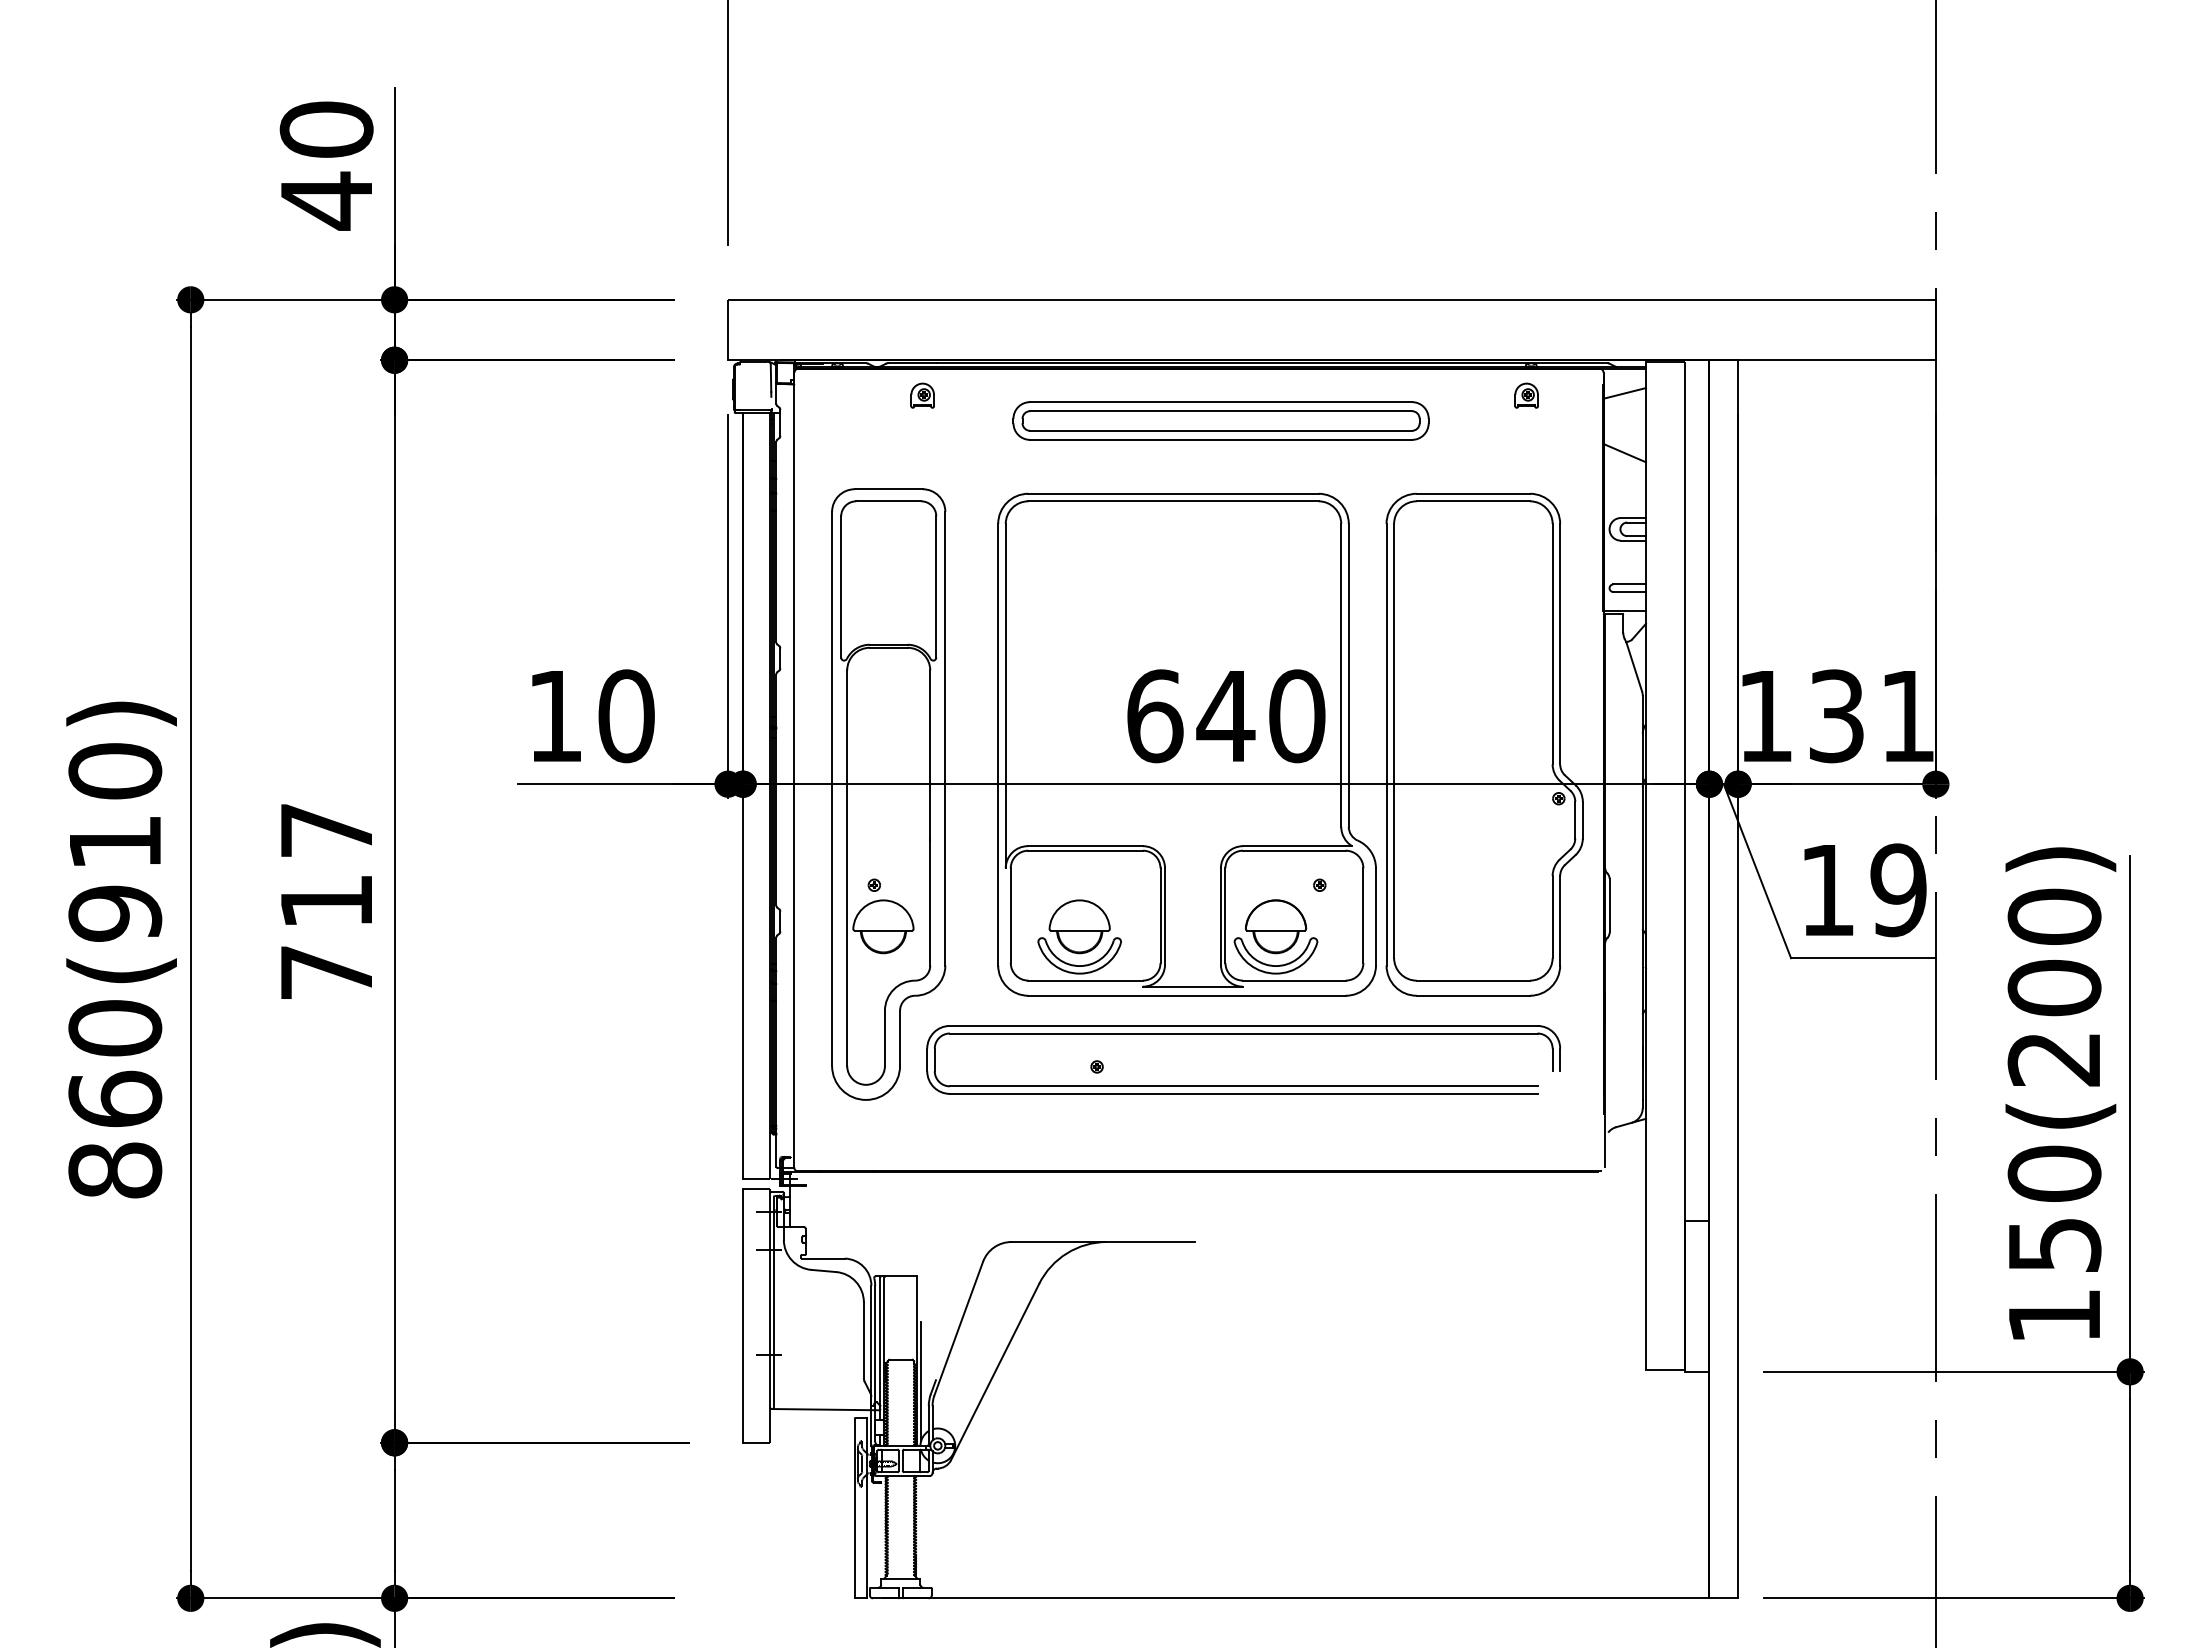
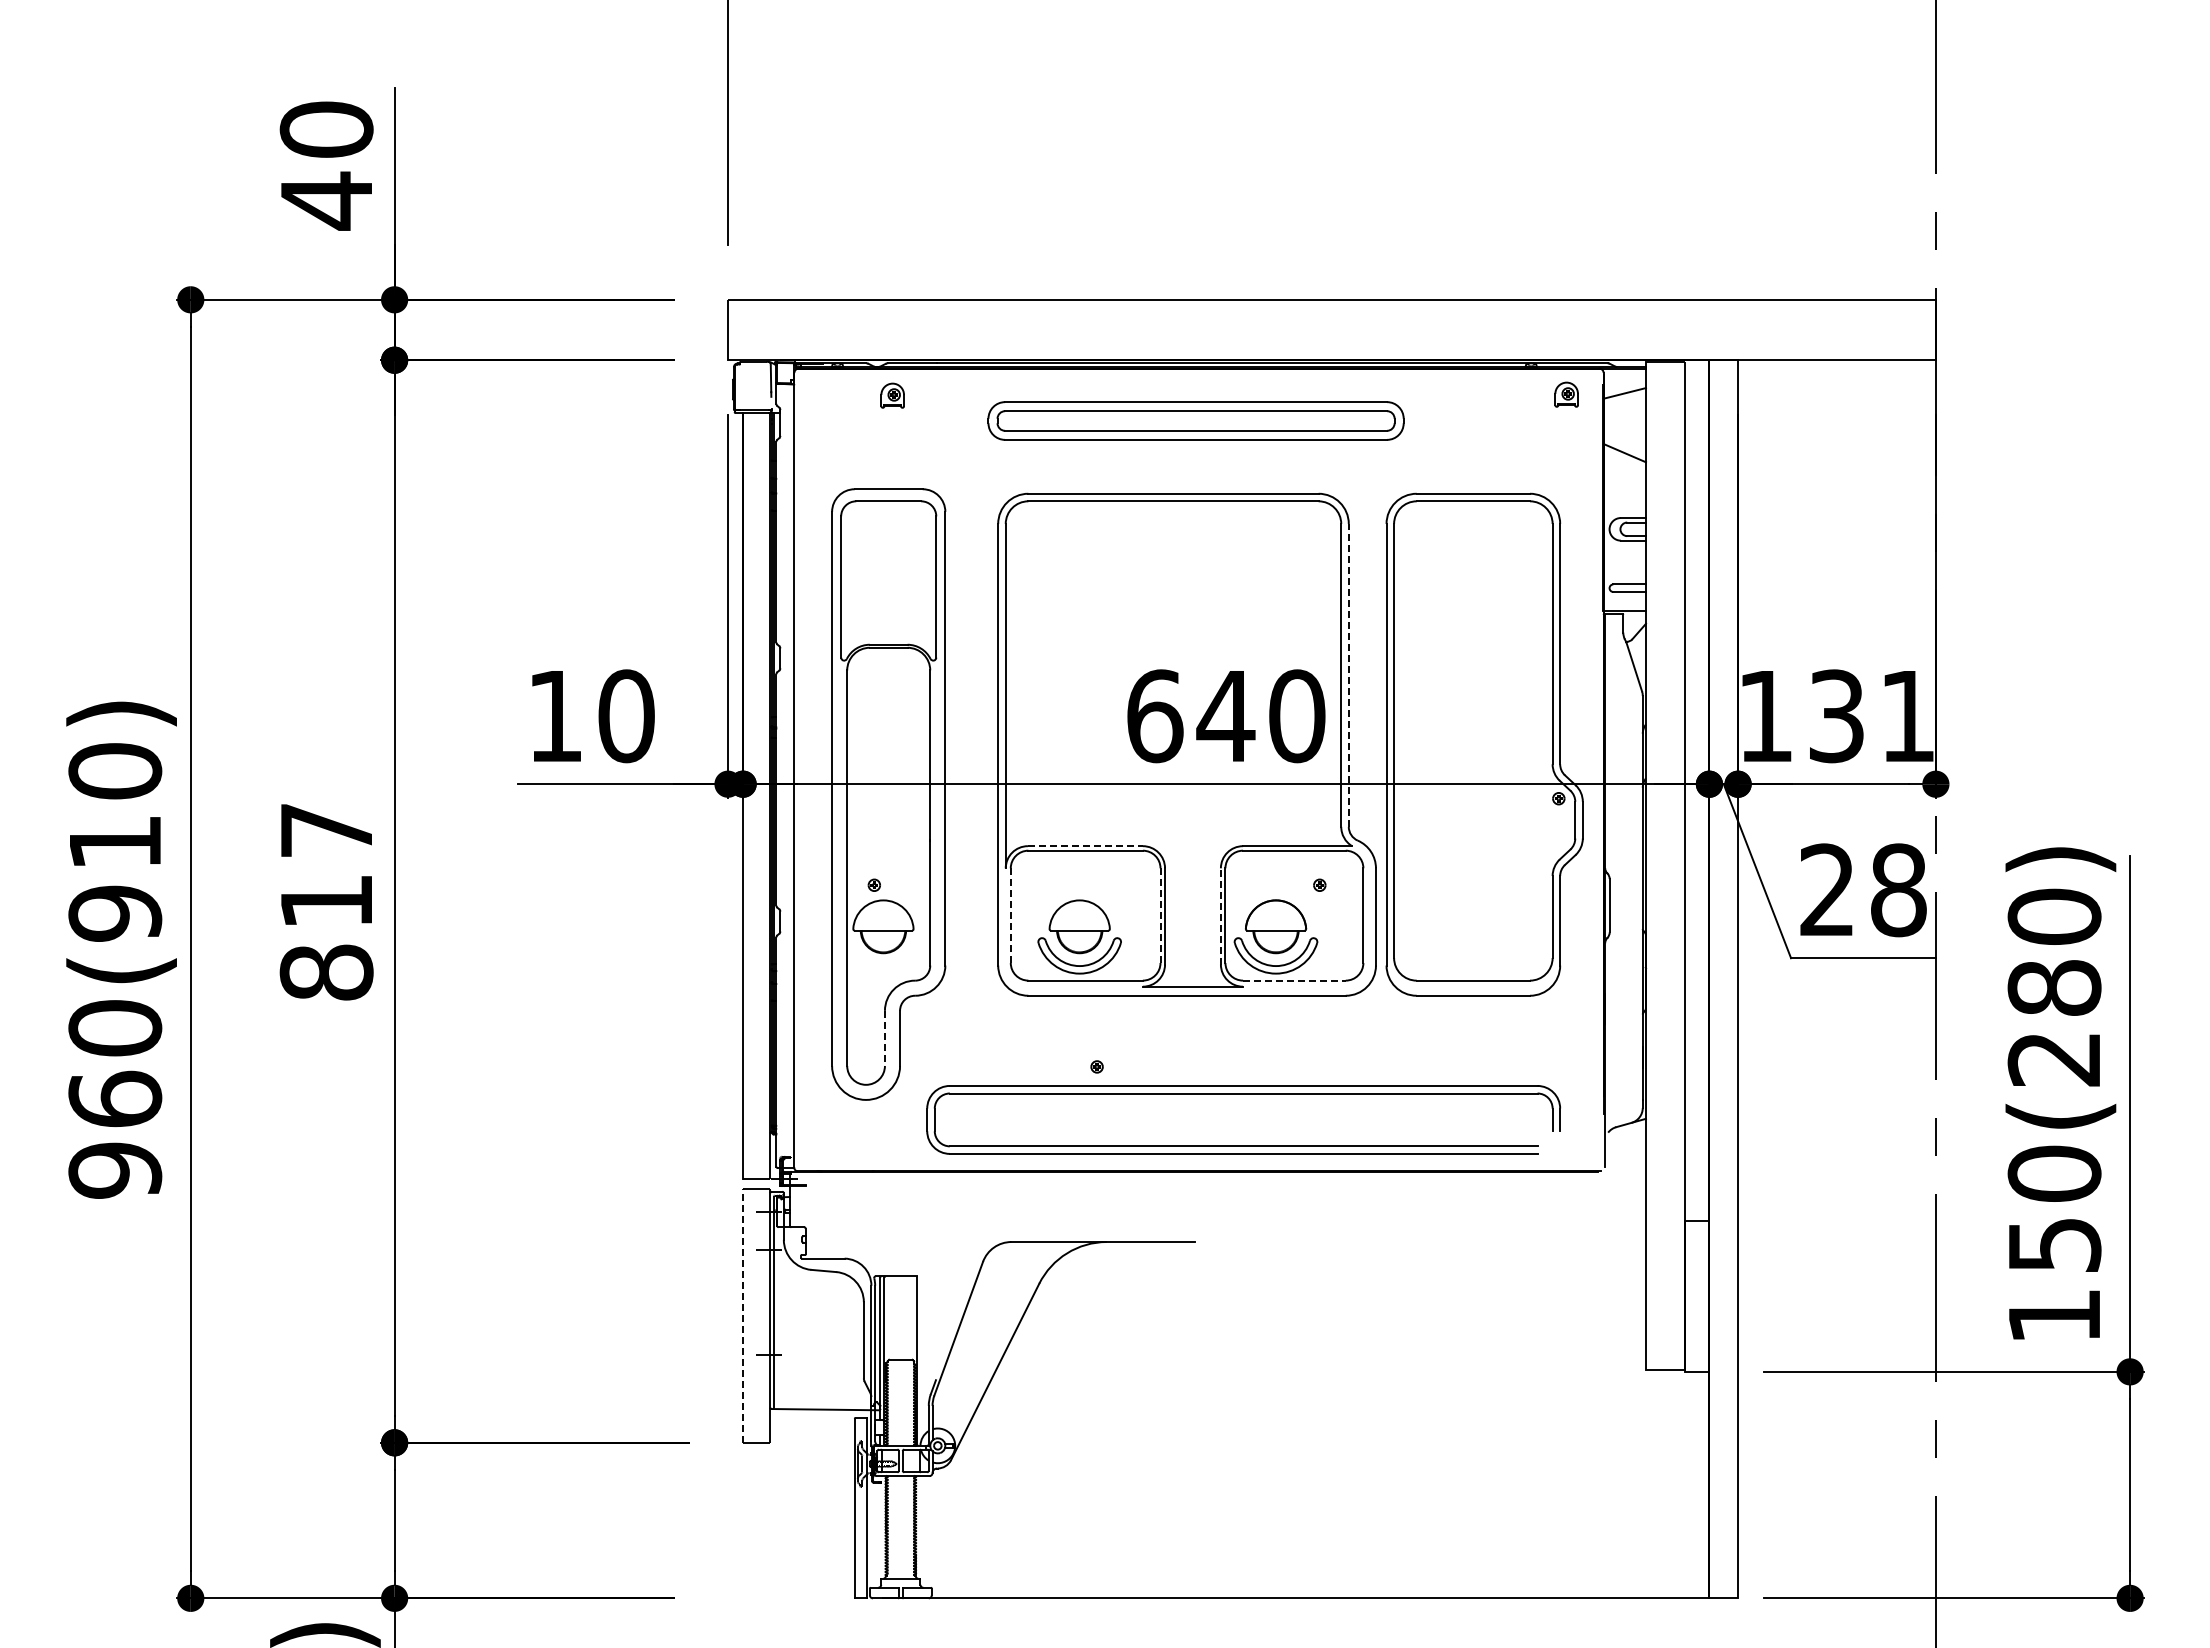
part at (922, 395) position: (922, 395) -> (892, 395)
part at (1526, 395) position: (1526, 395) -> (1566, 394)
part at (1220, 420) position: (1220, 420) -> (1195, 420)
line at (1348, 674): solid -> dashed
line at (1085, 846): solid -> dashed
text at (1863, 890): 19 -> 28
line at (1010, 915): solid -> dashed
line at (1160, 915): solid -> dashed
line at (1220, 915): solid -> dashed
text at (326, 972): 717 -> 817
line at (1294, 980): solid -> dashed
text at (2054, 987): 150(200) -> 150(280)
part at (1243, 1034) position: (1243, 1034) -> (1243, 1094)
line at (884, 1038): solid -> dashed
text at (115, 1170): 860(910) -> 960(910)
line at (743, 1316): solid -> dashed
line at (921, 1381): present -> none
